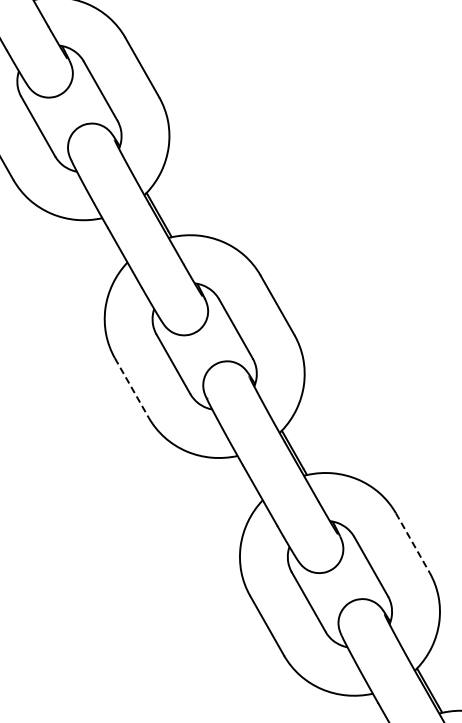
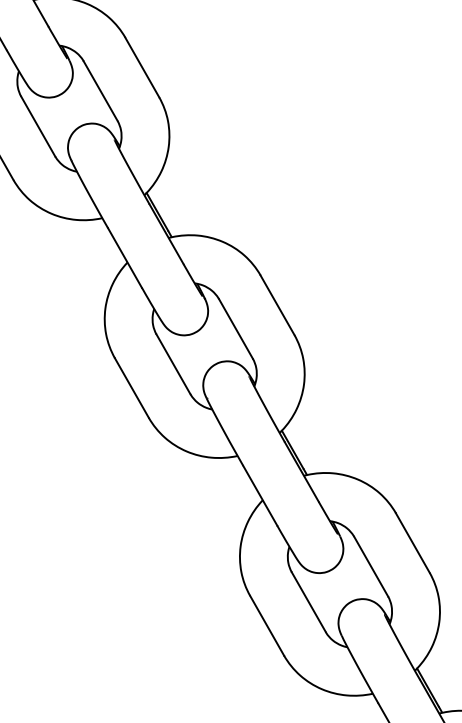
line at (132, 388): dashed -> solid
line at (413, 543): dashed -> solid
